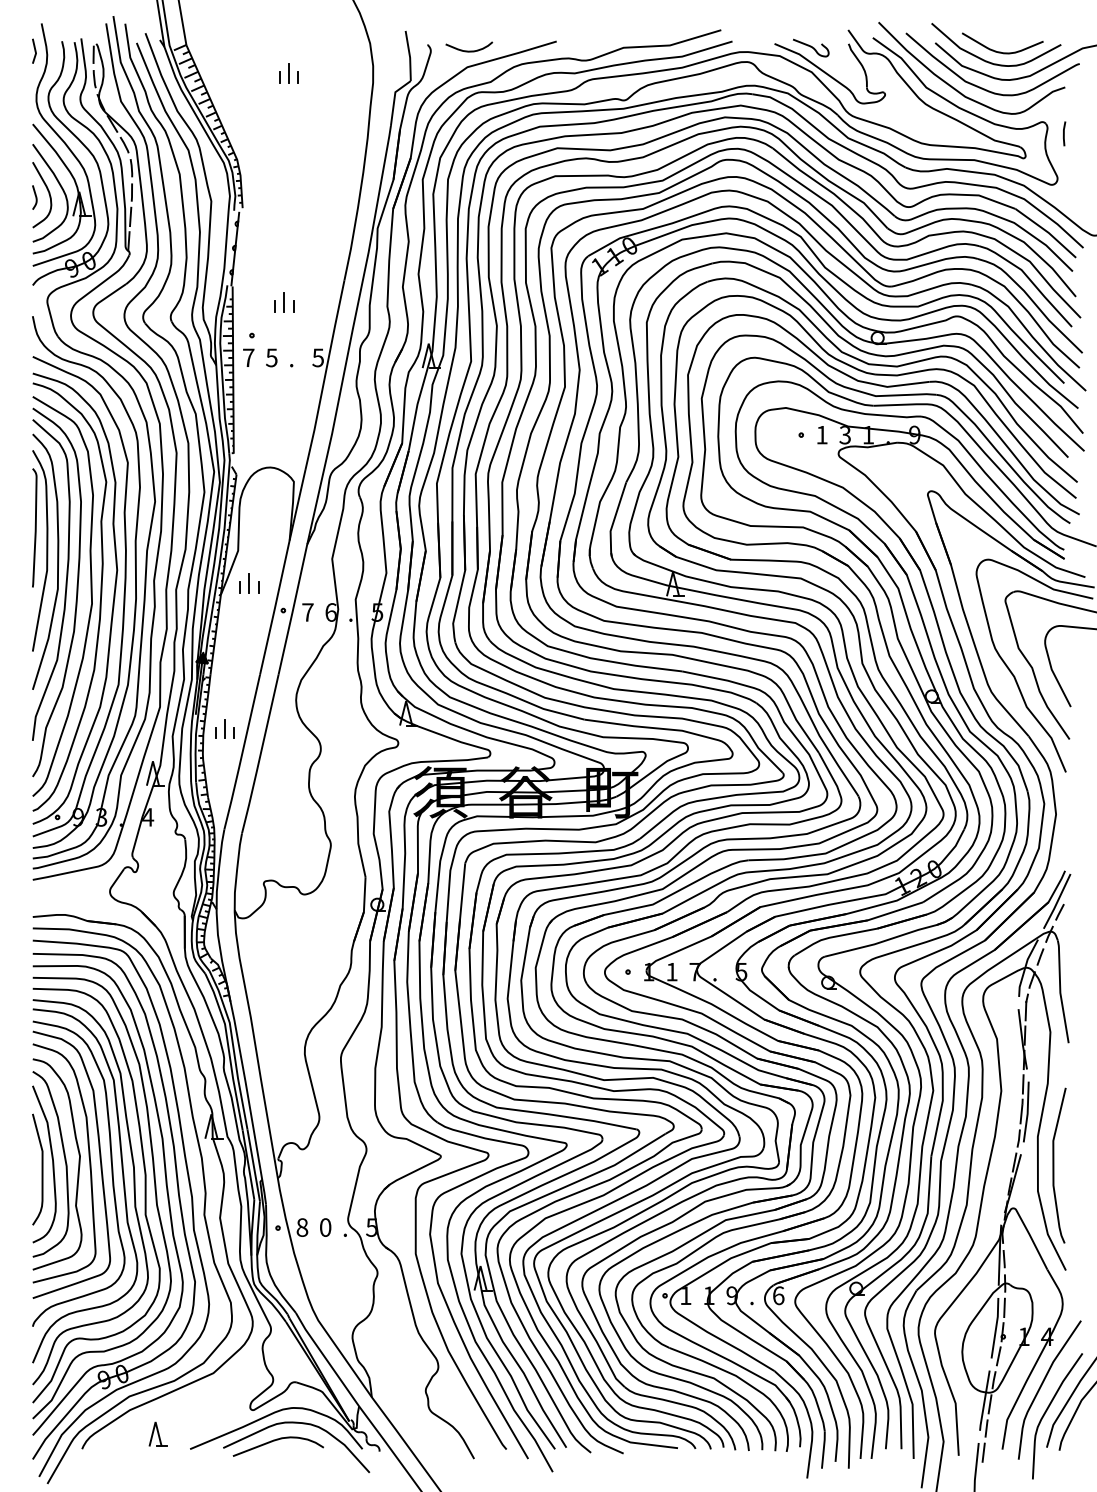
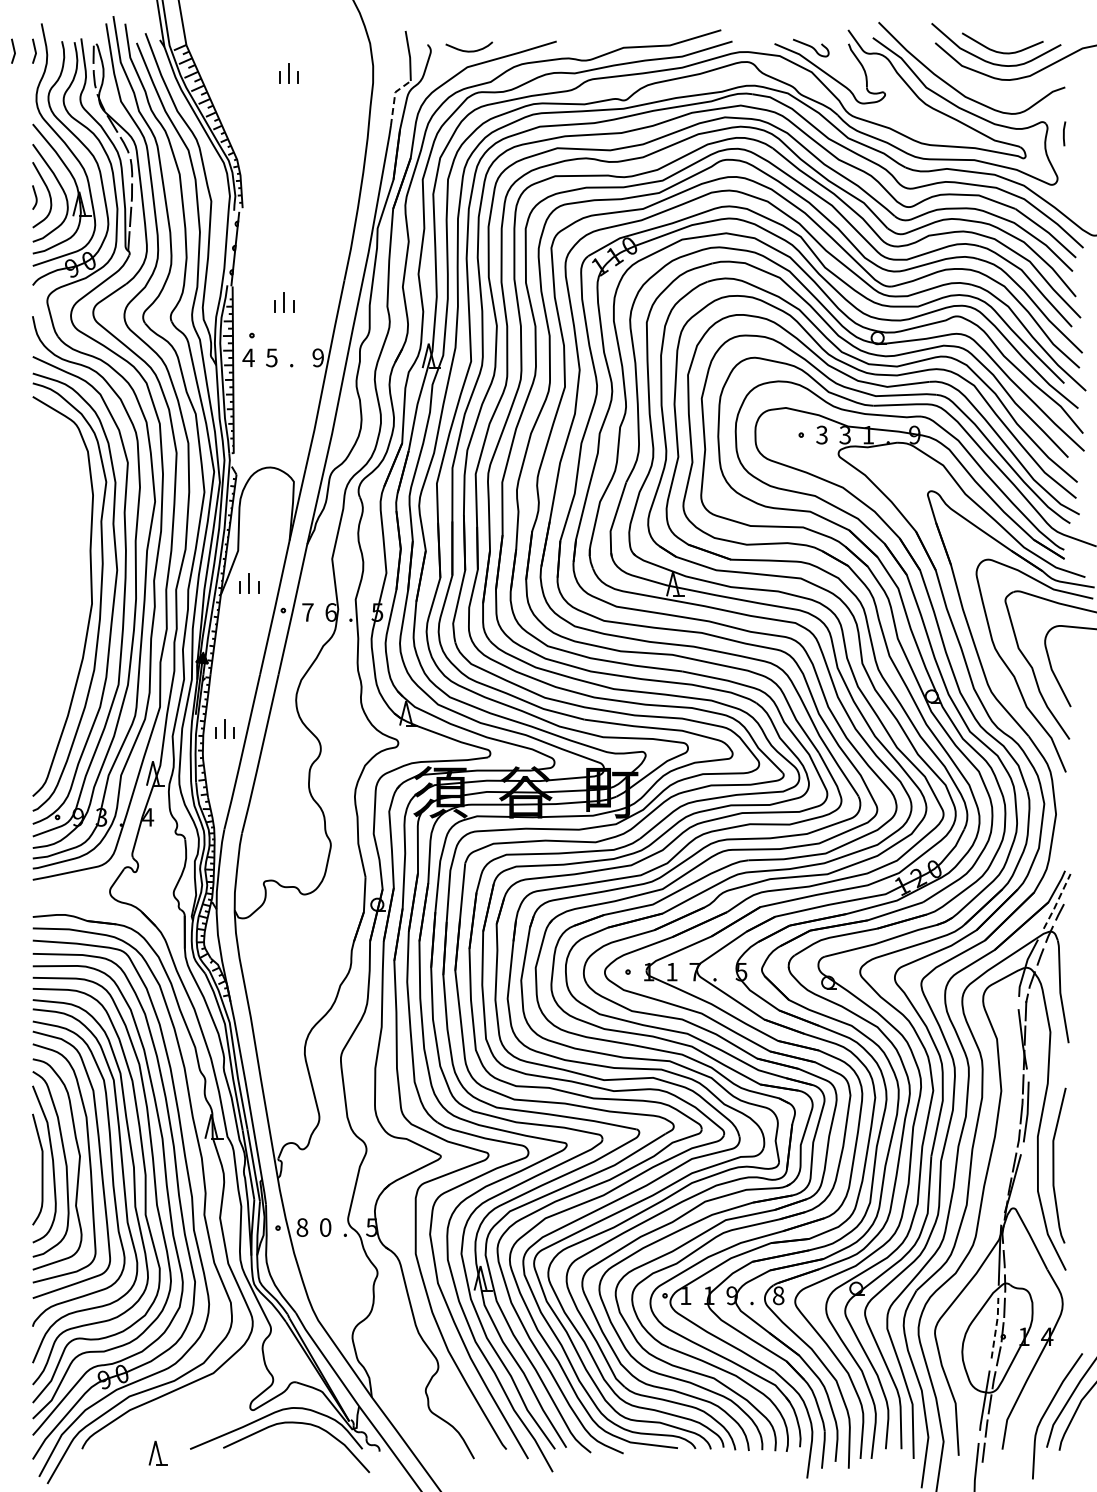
line at (13, 50): none -> present
curve at (980, 86): present -> none
line at (394, 98): solid -> dashed
text at (248, 357): 7 -> 4
text at (317, 357): 5 -> 9
text at (821, 434): 1 -> 3
part at (56, 592): present -> none
line at (1057, 901): solid -> dashed
text at (778, 1295): 6 -> 8
line at (996, 1327): solid -> dashed
curve at (1042, 1385): present -> none
part at (157, 1433) position: (157, 1433) -> (157, 1452)
curve at (274, 1441): present -> none
